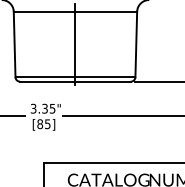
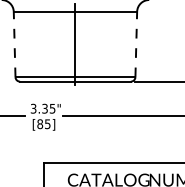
line at (14, 44): solid -> dashed
line at (136, 44): solid -> dashed
